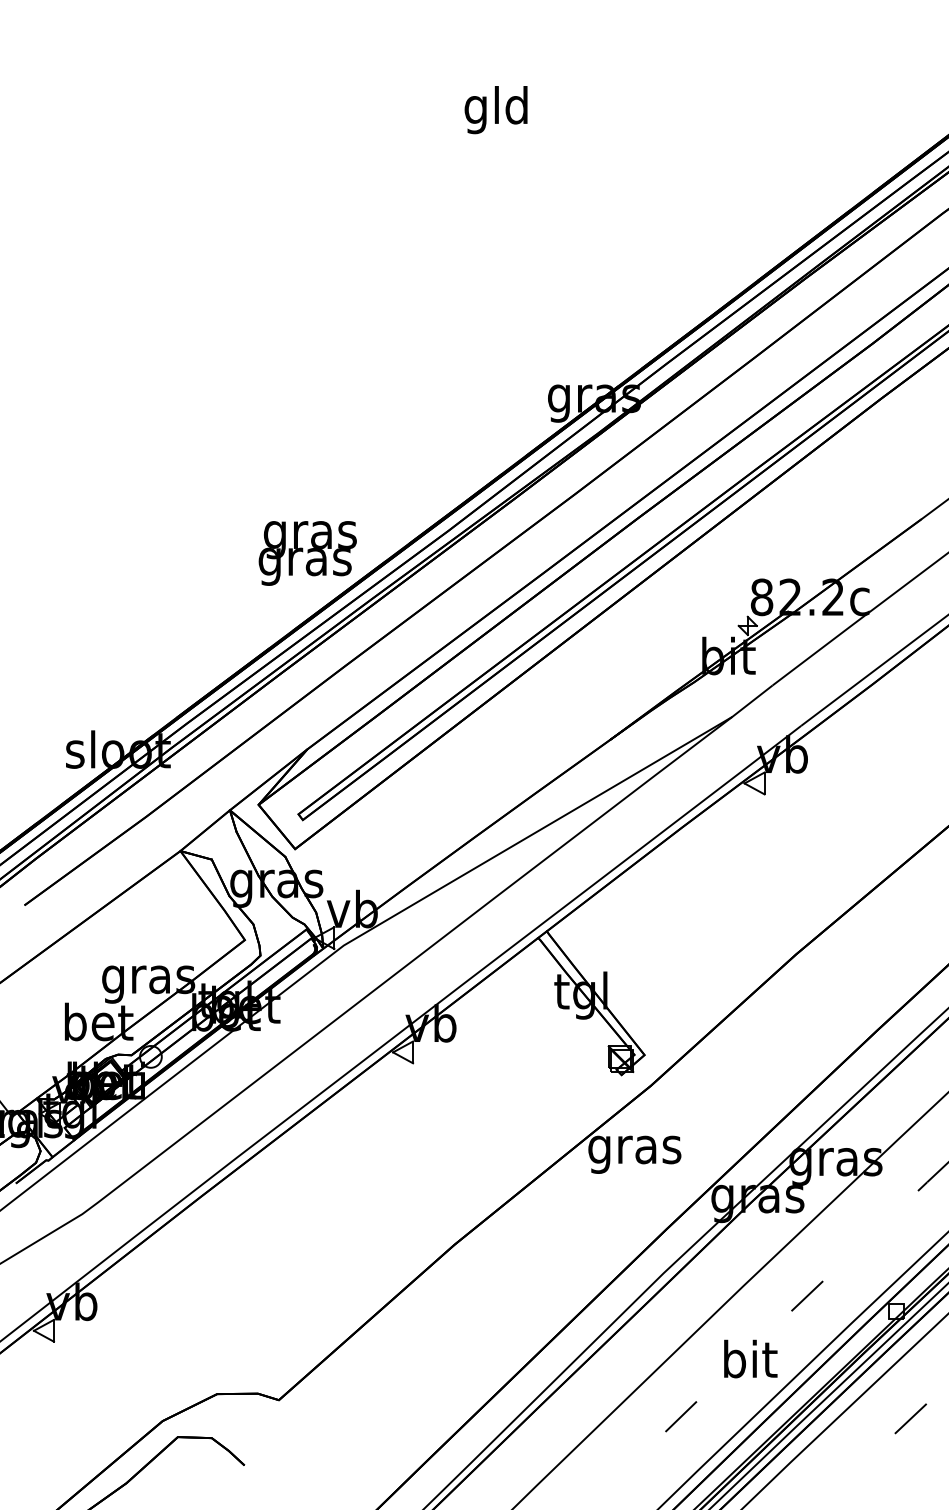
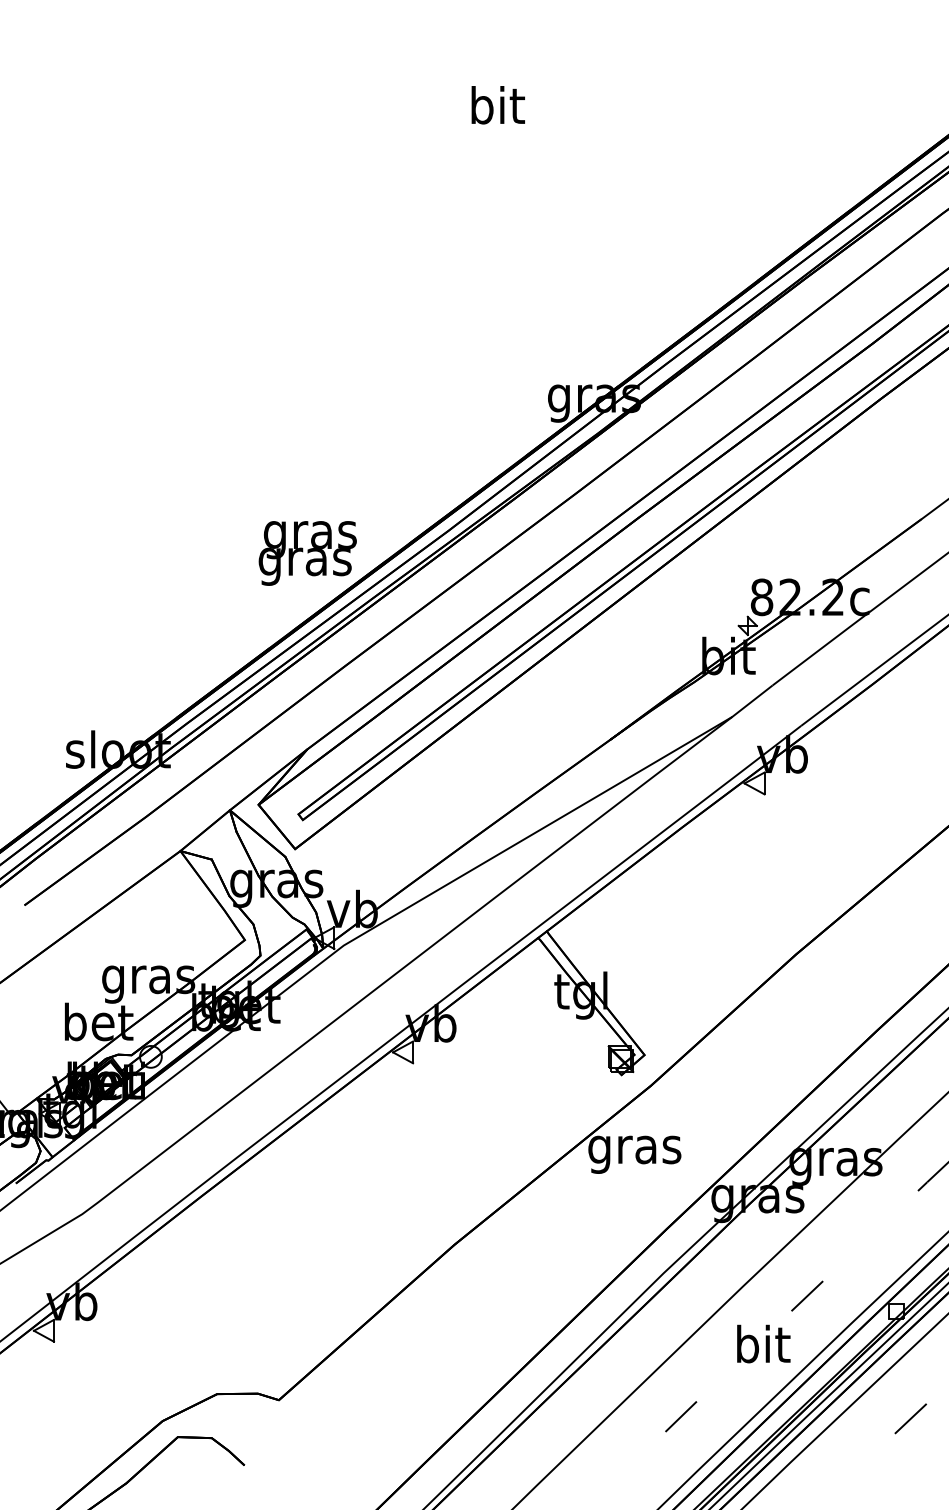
text at (495, 110): gld -> bit
text at (750, 1358) position: (750, 1358) -> (763, 1343)
